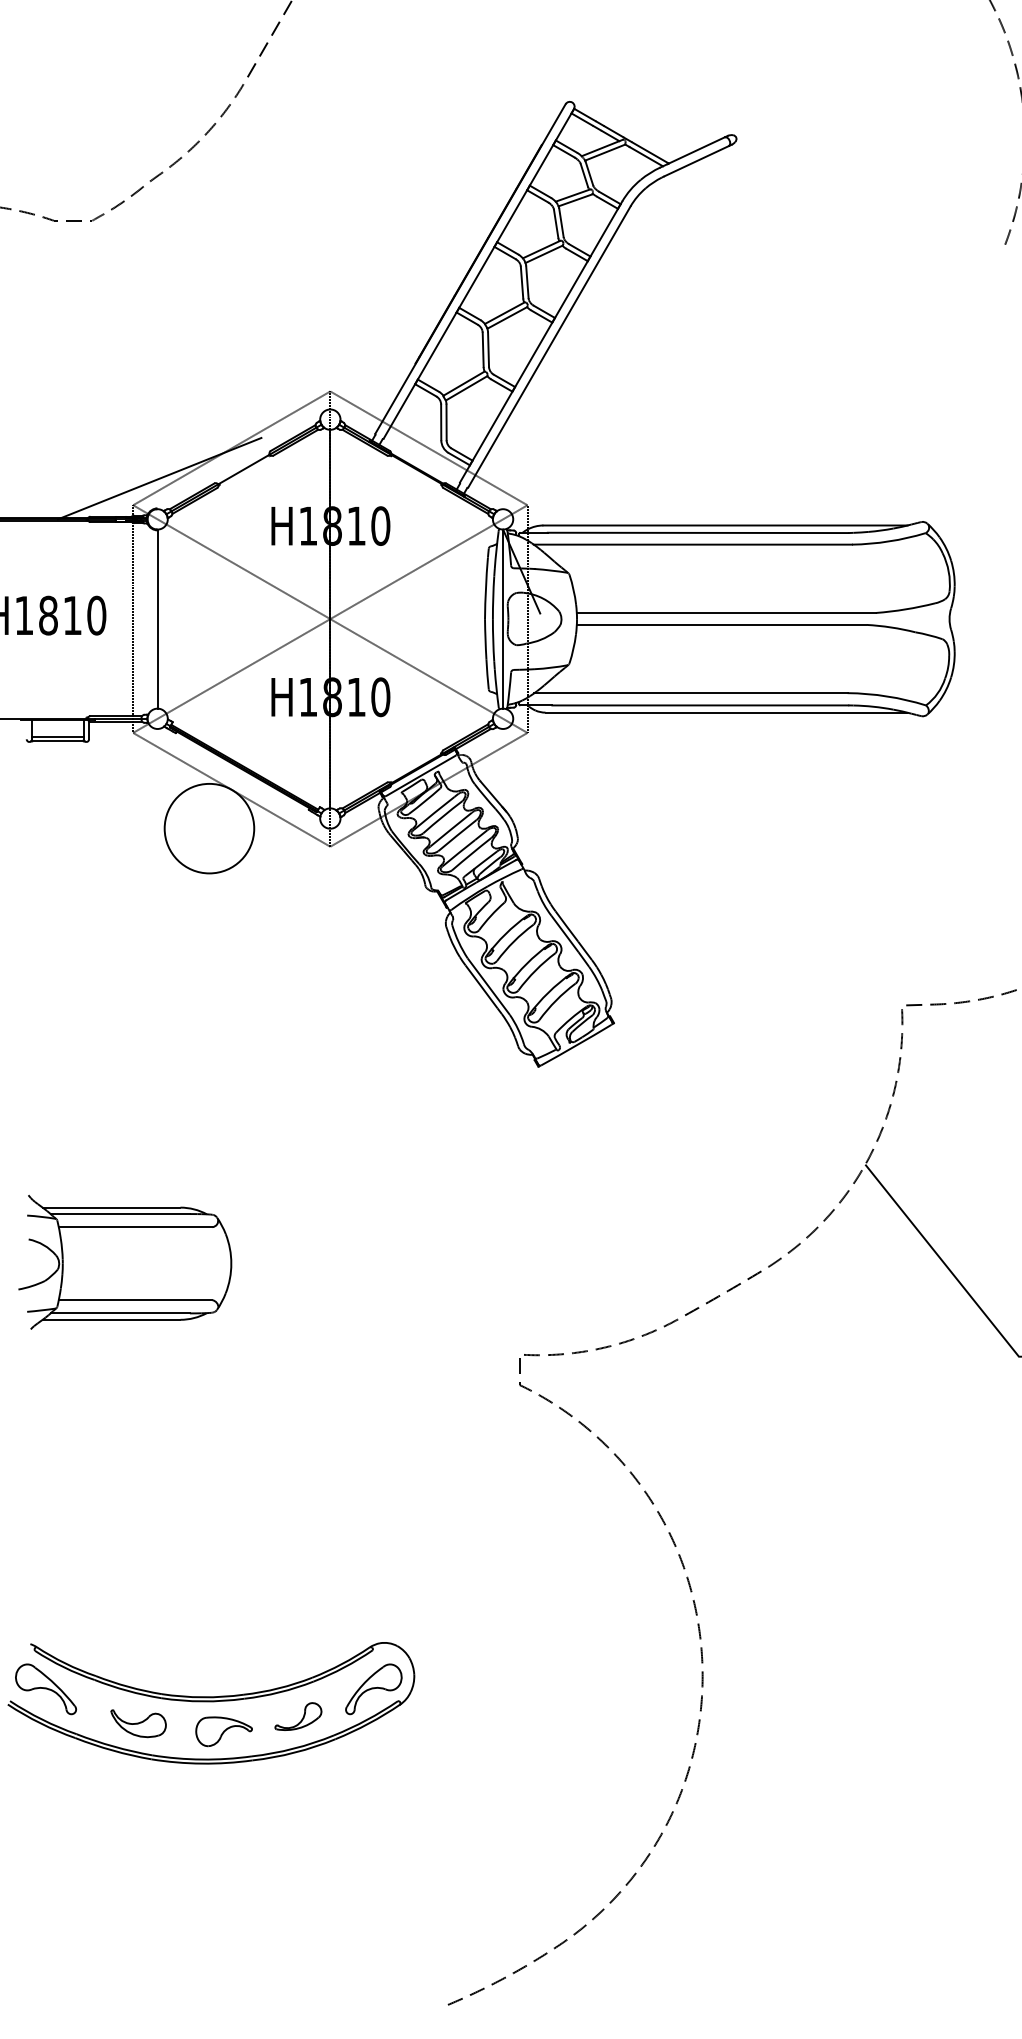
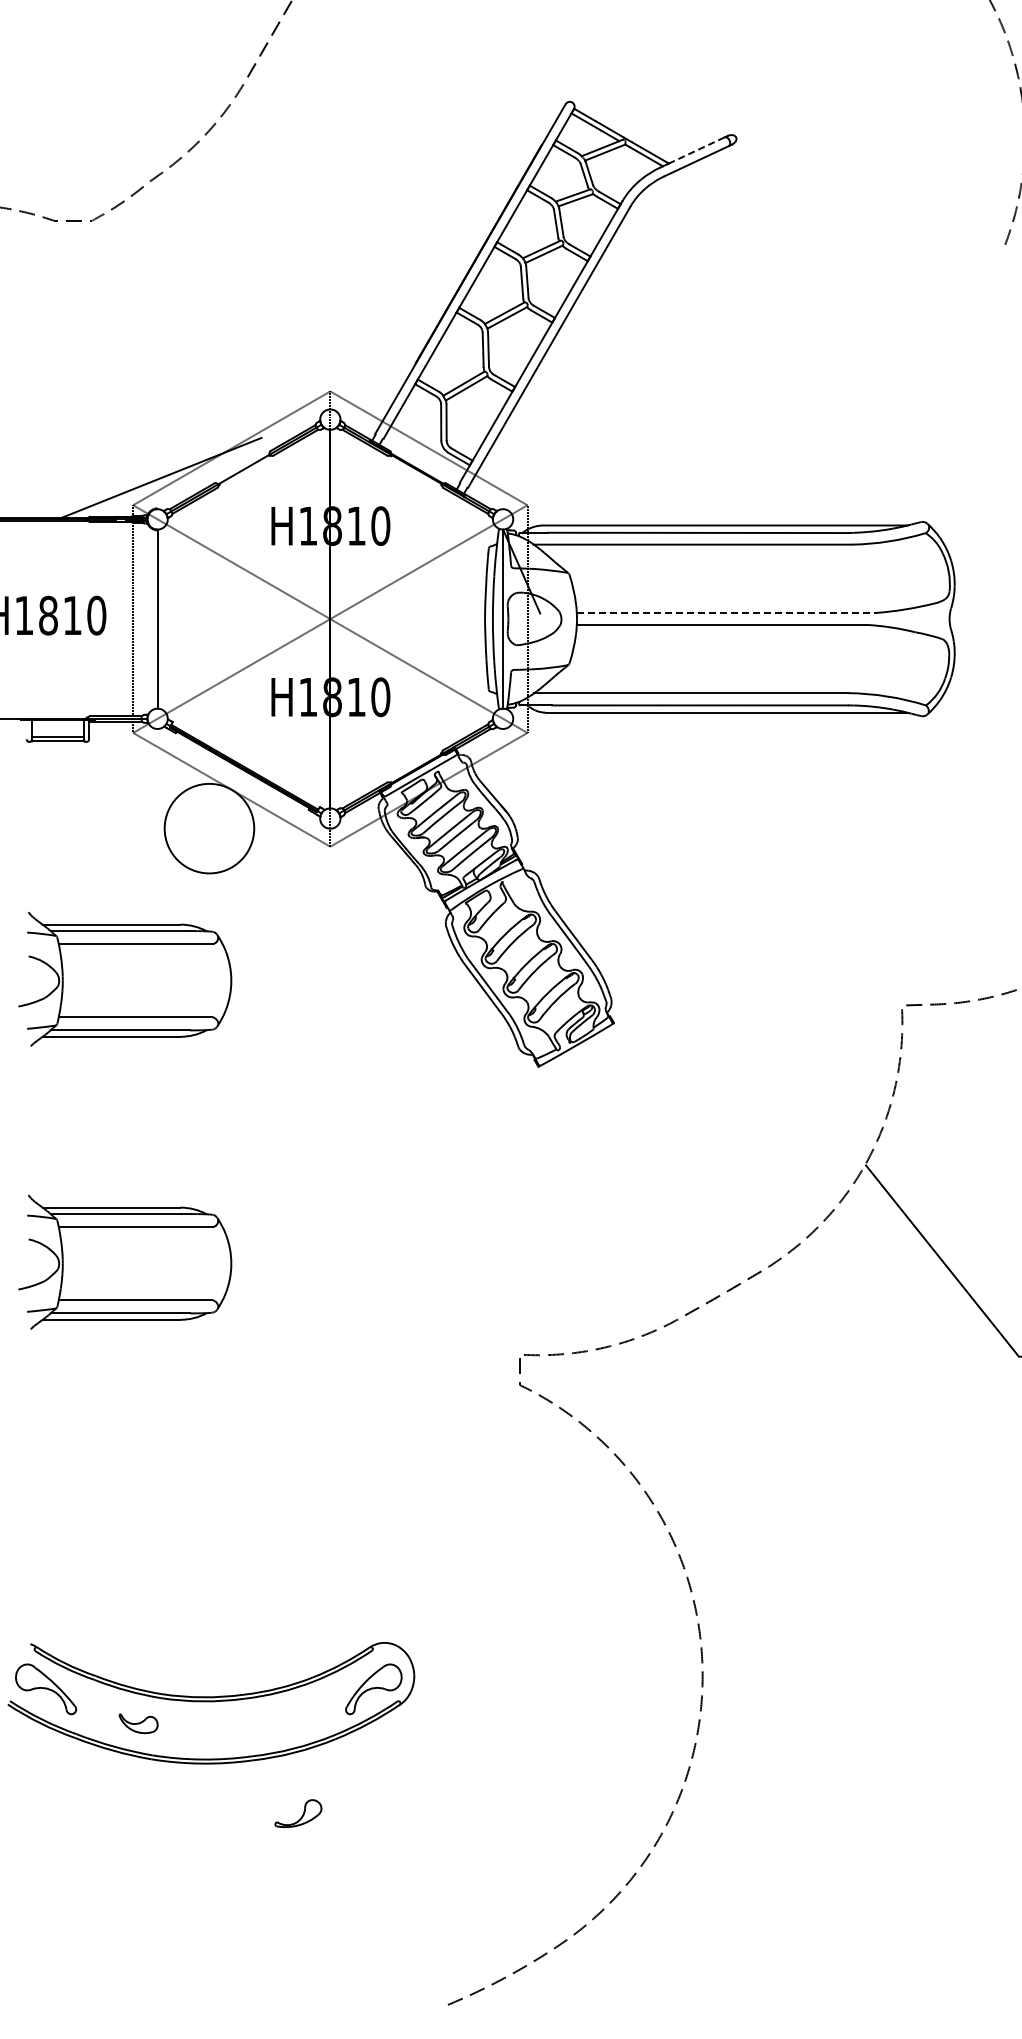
line at (696, 150): solid -> dashed
line at (726, 613): solid -> dashed
part at (125, 978): none -> present
part at (298, 1716) position: (298, 1716) -> (298, 1813)
part at (138, 1723) size: 57x30 px -> 41x22 px
part at (223, 1731): present -> none
